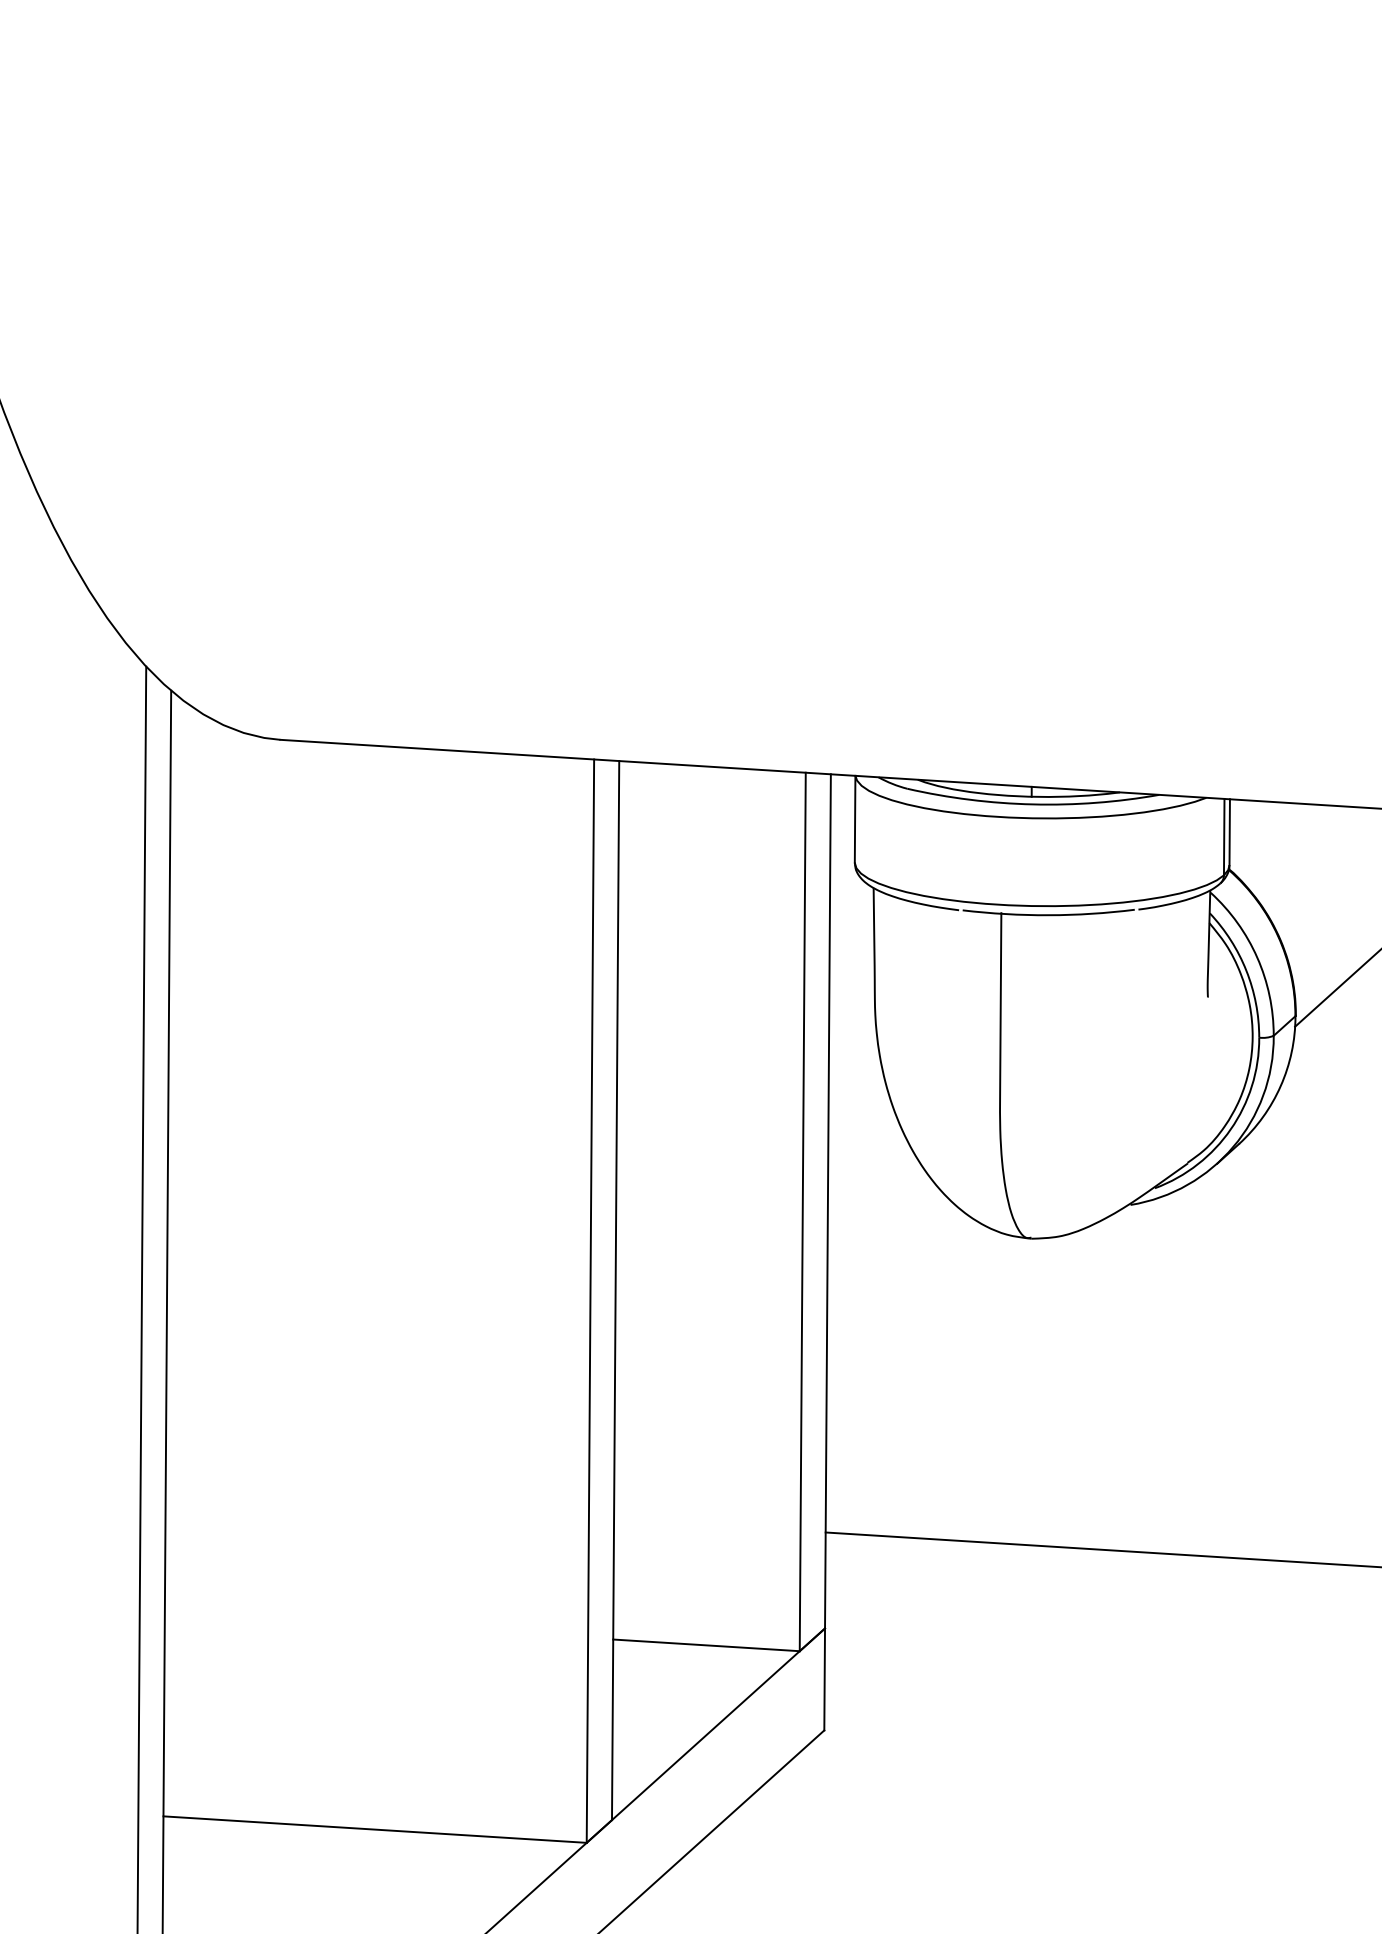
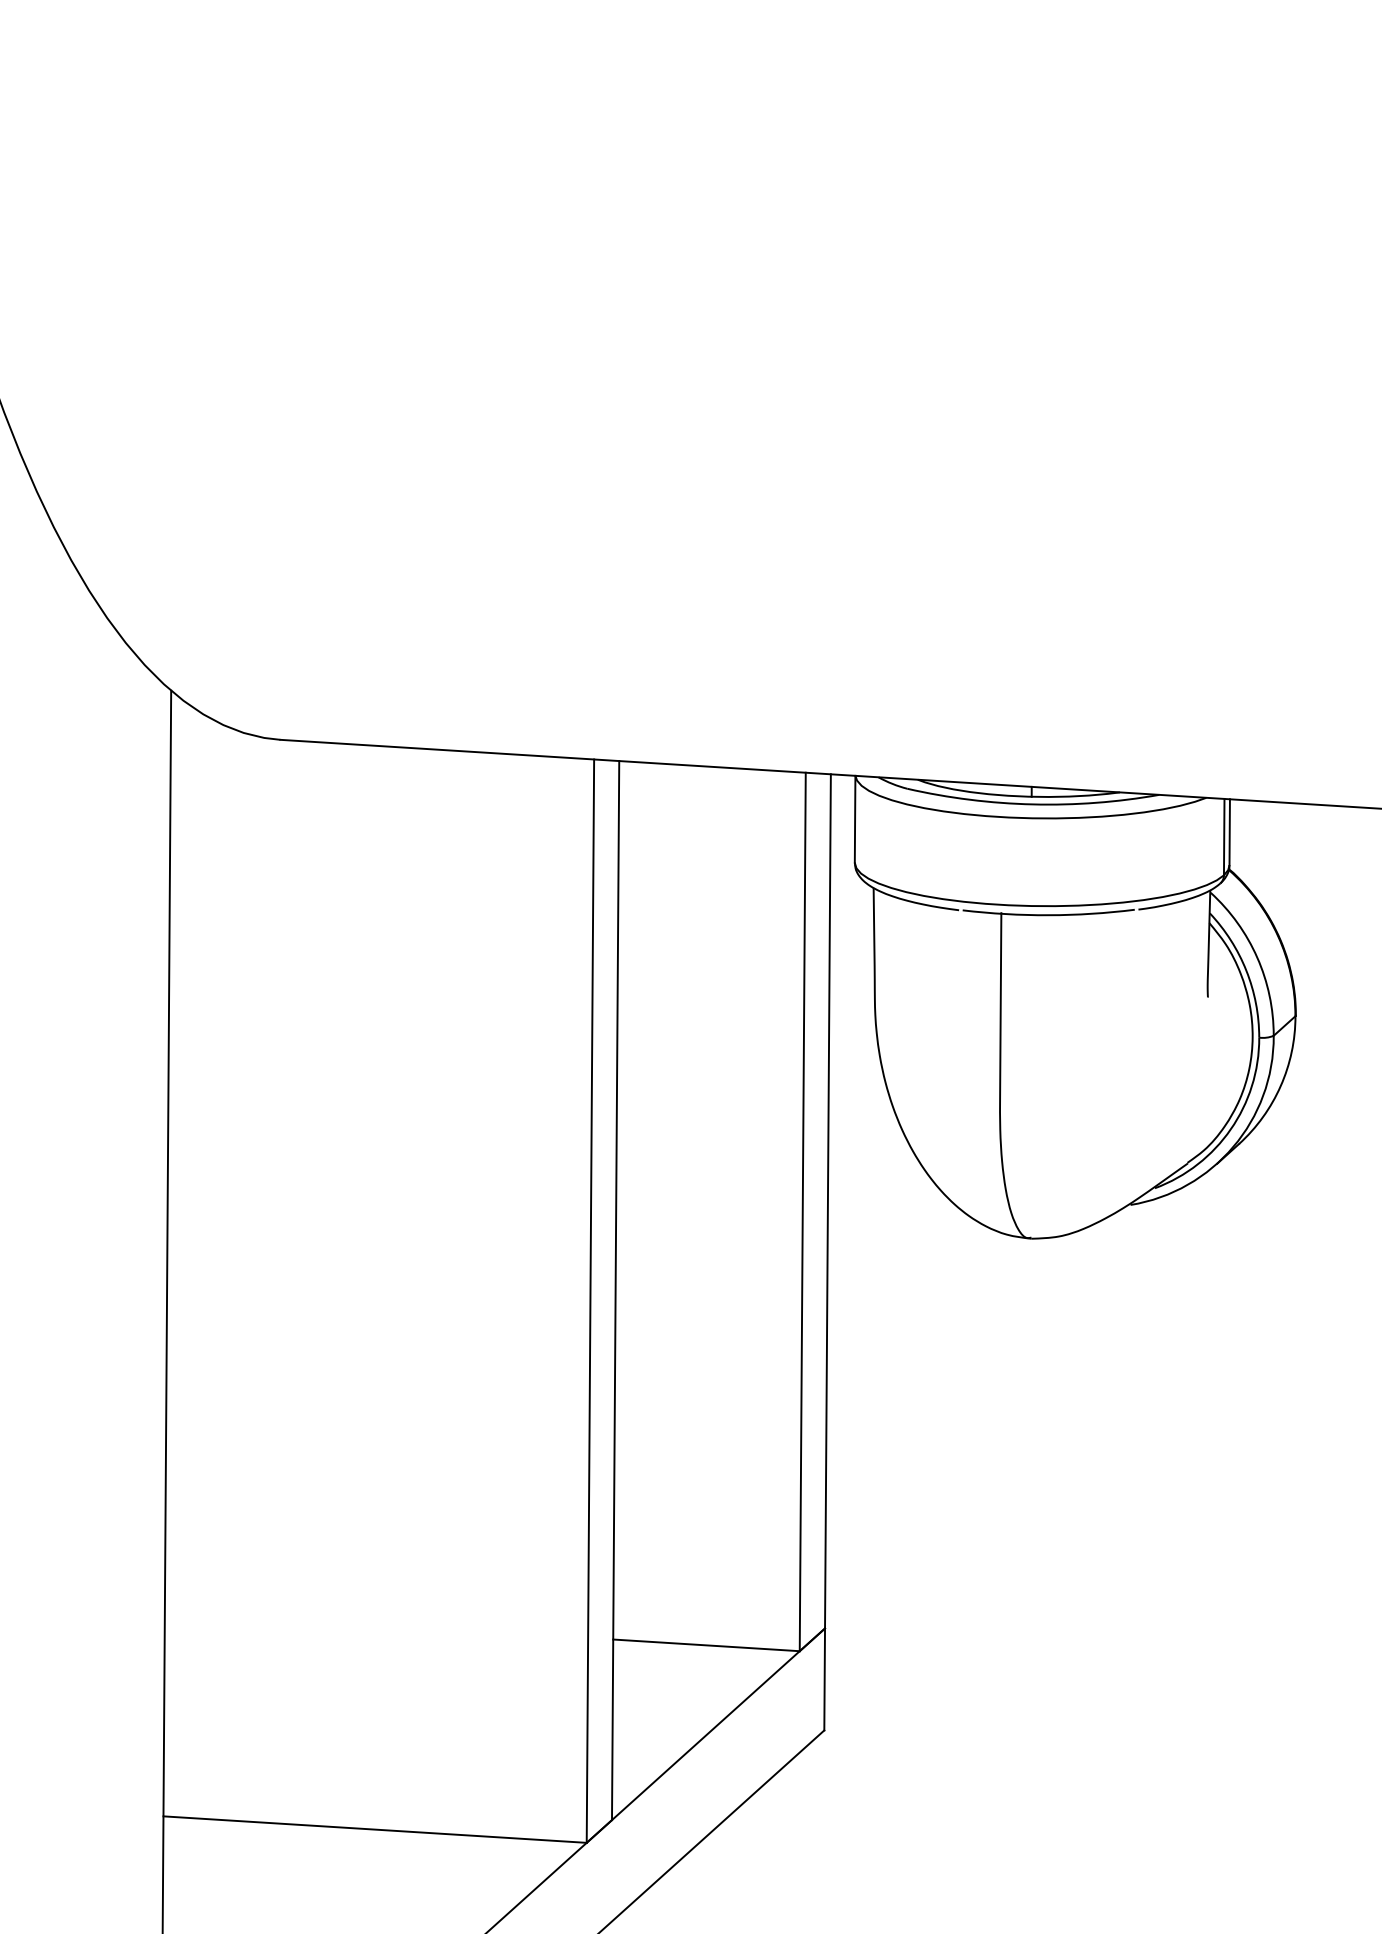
line at (1336, 988): present -> none
line at (141, 1298): present -> none
line at (1101, 1549): present -> none
